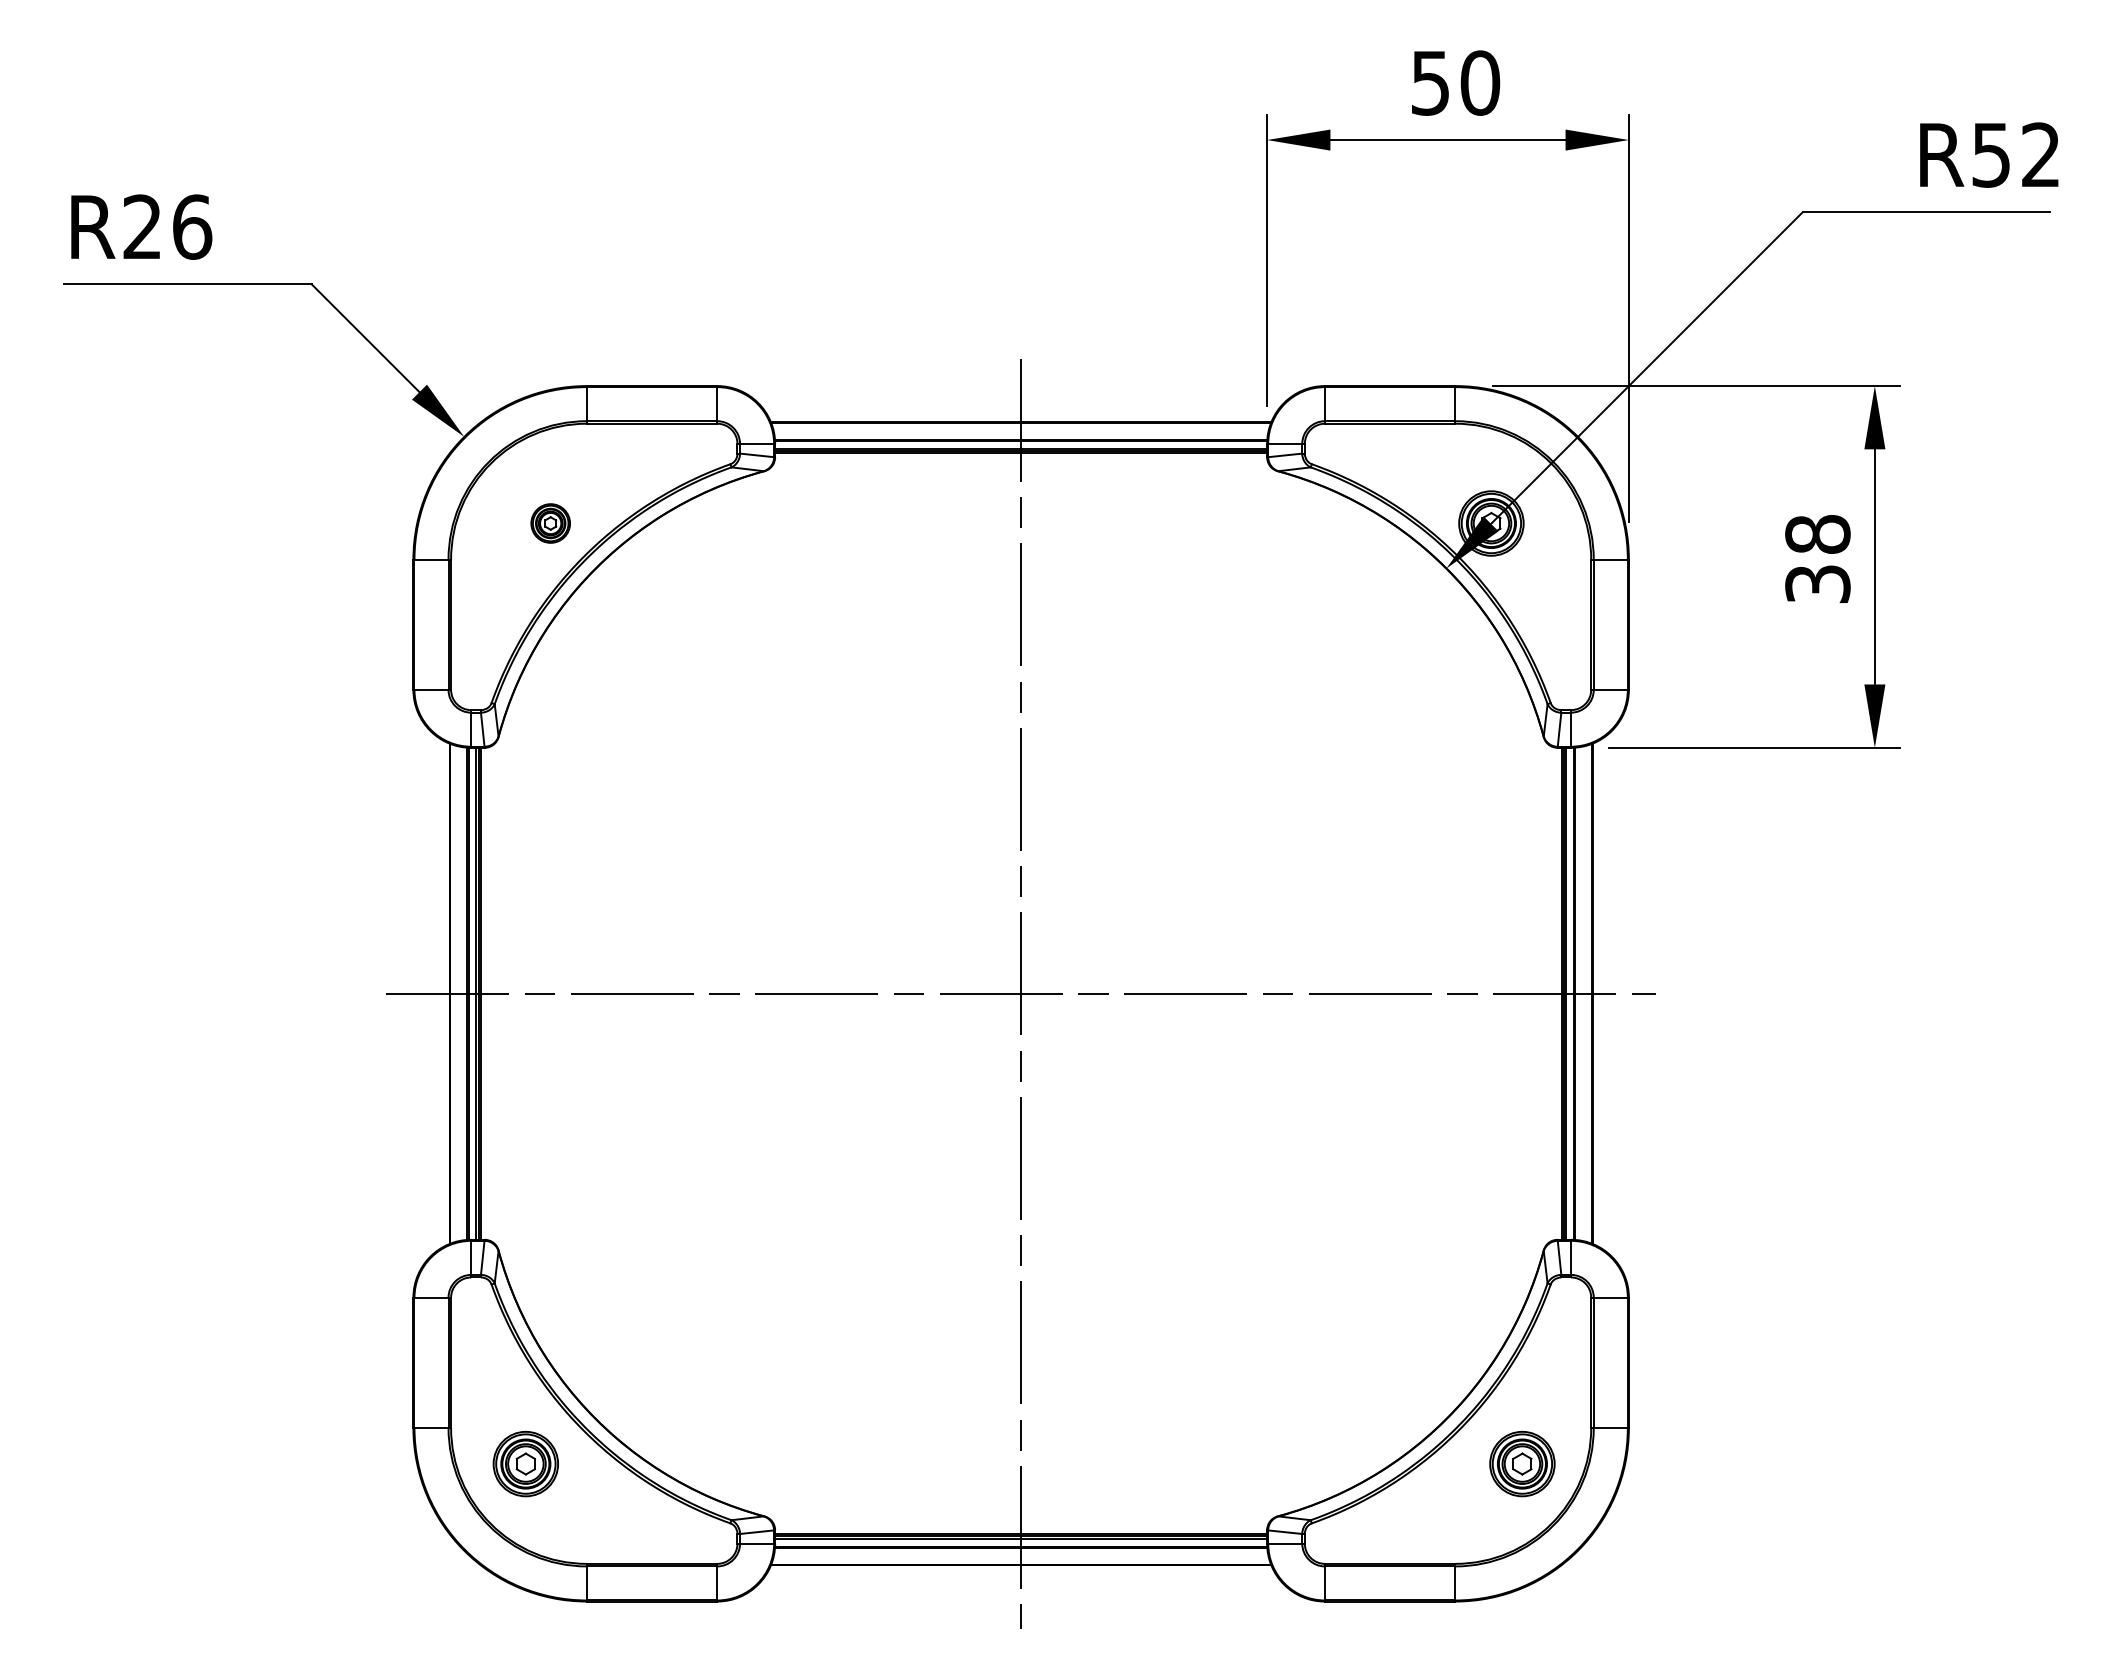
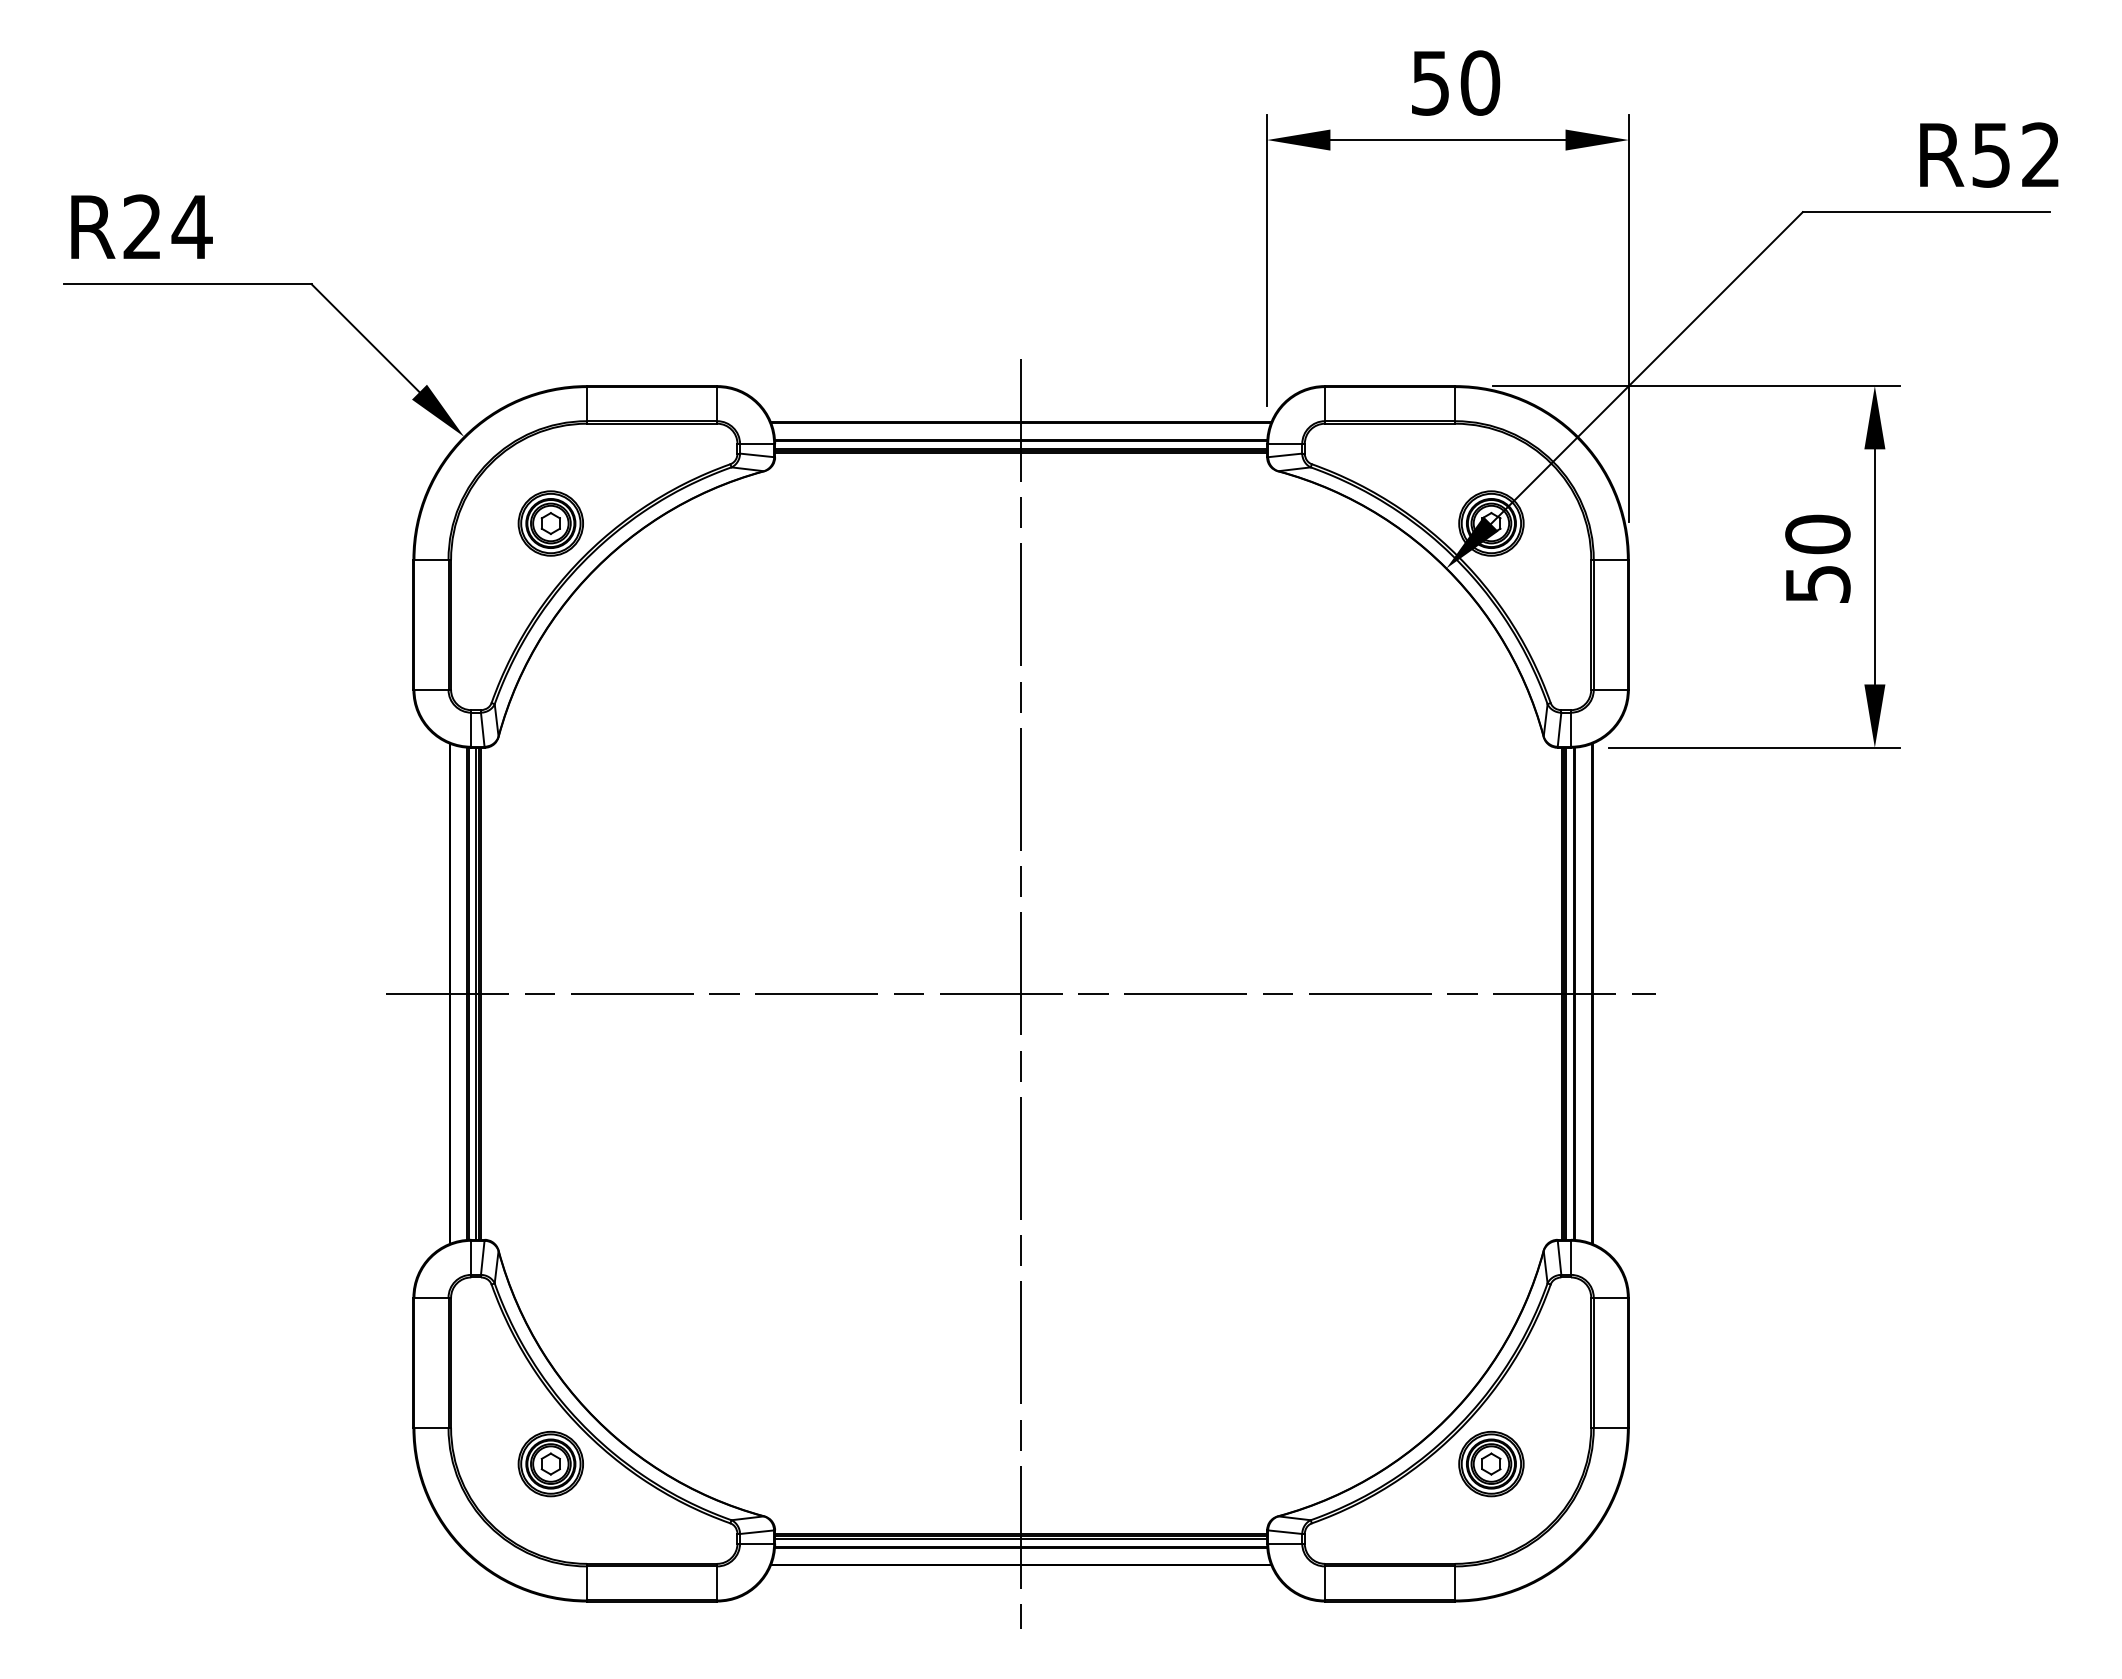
text at (191, 226): R26 -> R24
part at (550, 523) size: 41x41 px -> 67x67 px
text at (1817, 558): 38 -> 50
part at (1522, 1463) position: (1522, 1463) -> (1491, 1463)
part at (525, 1464) position: (525, 1464) -> (550, 1464)
